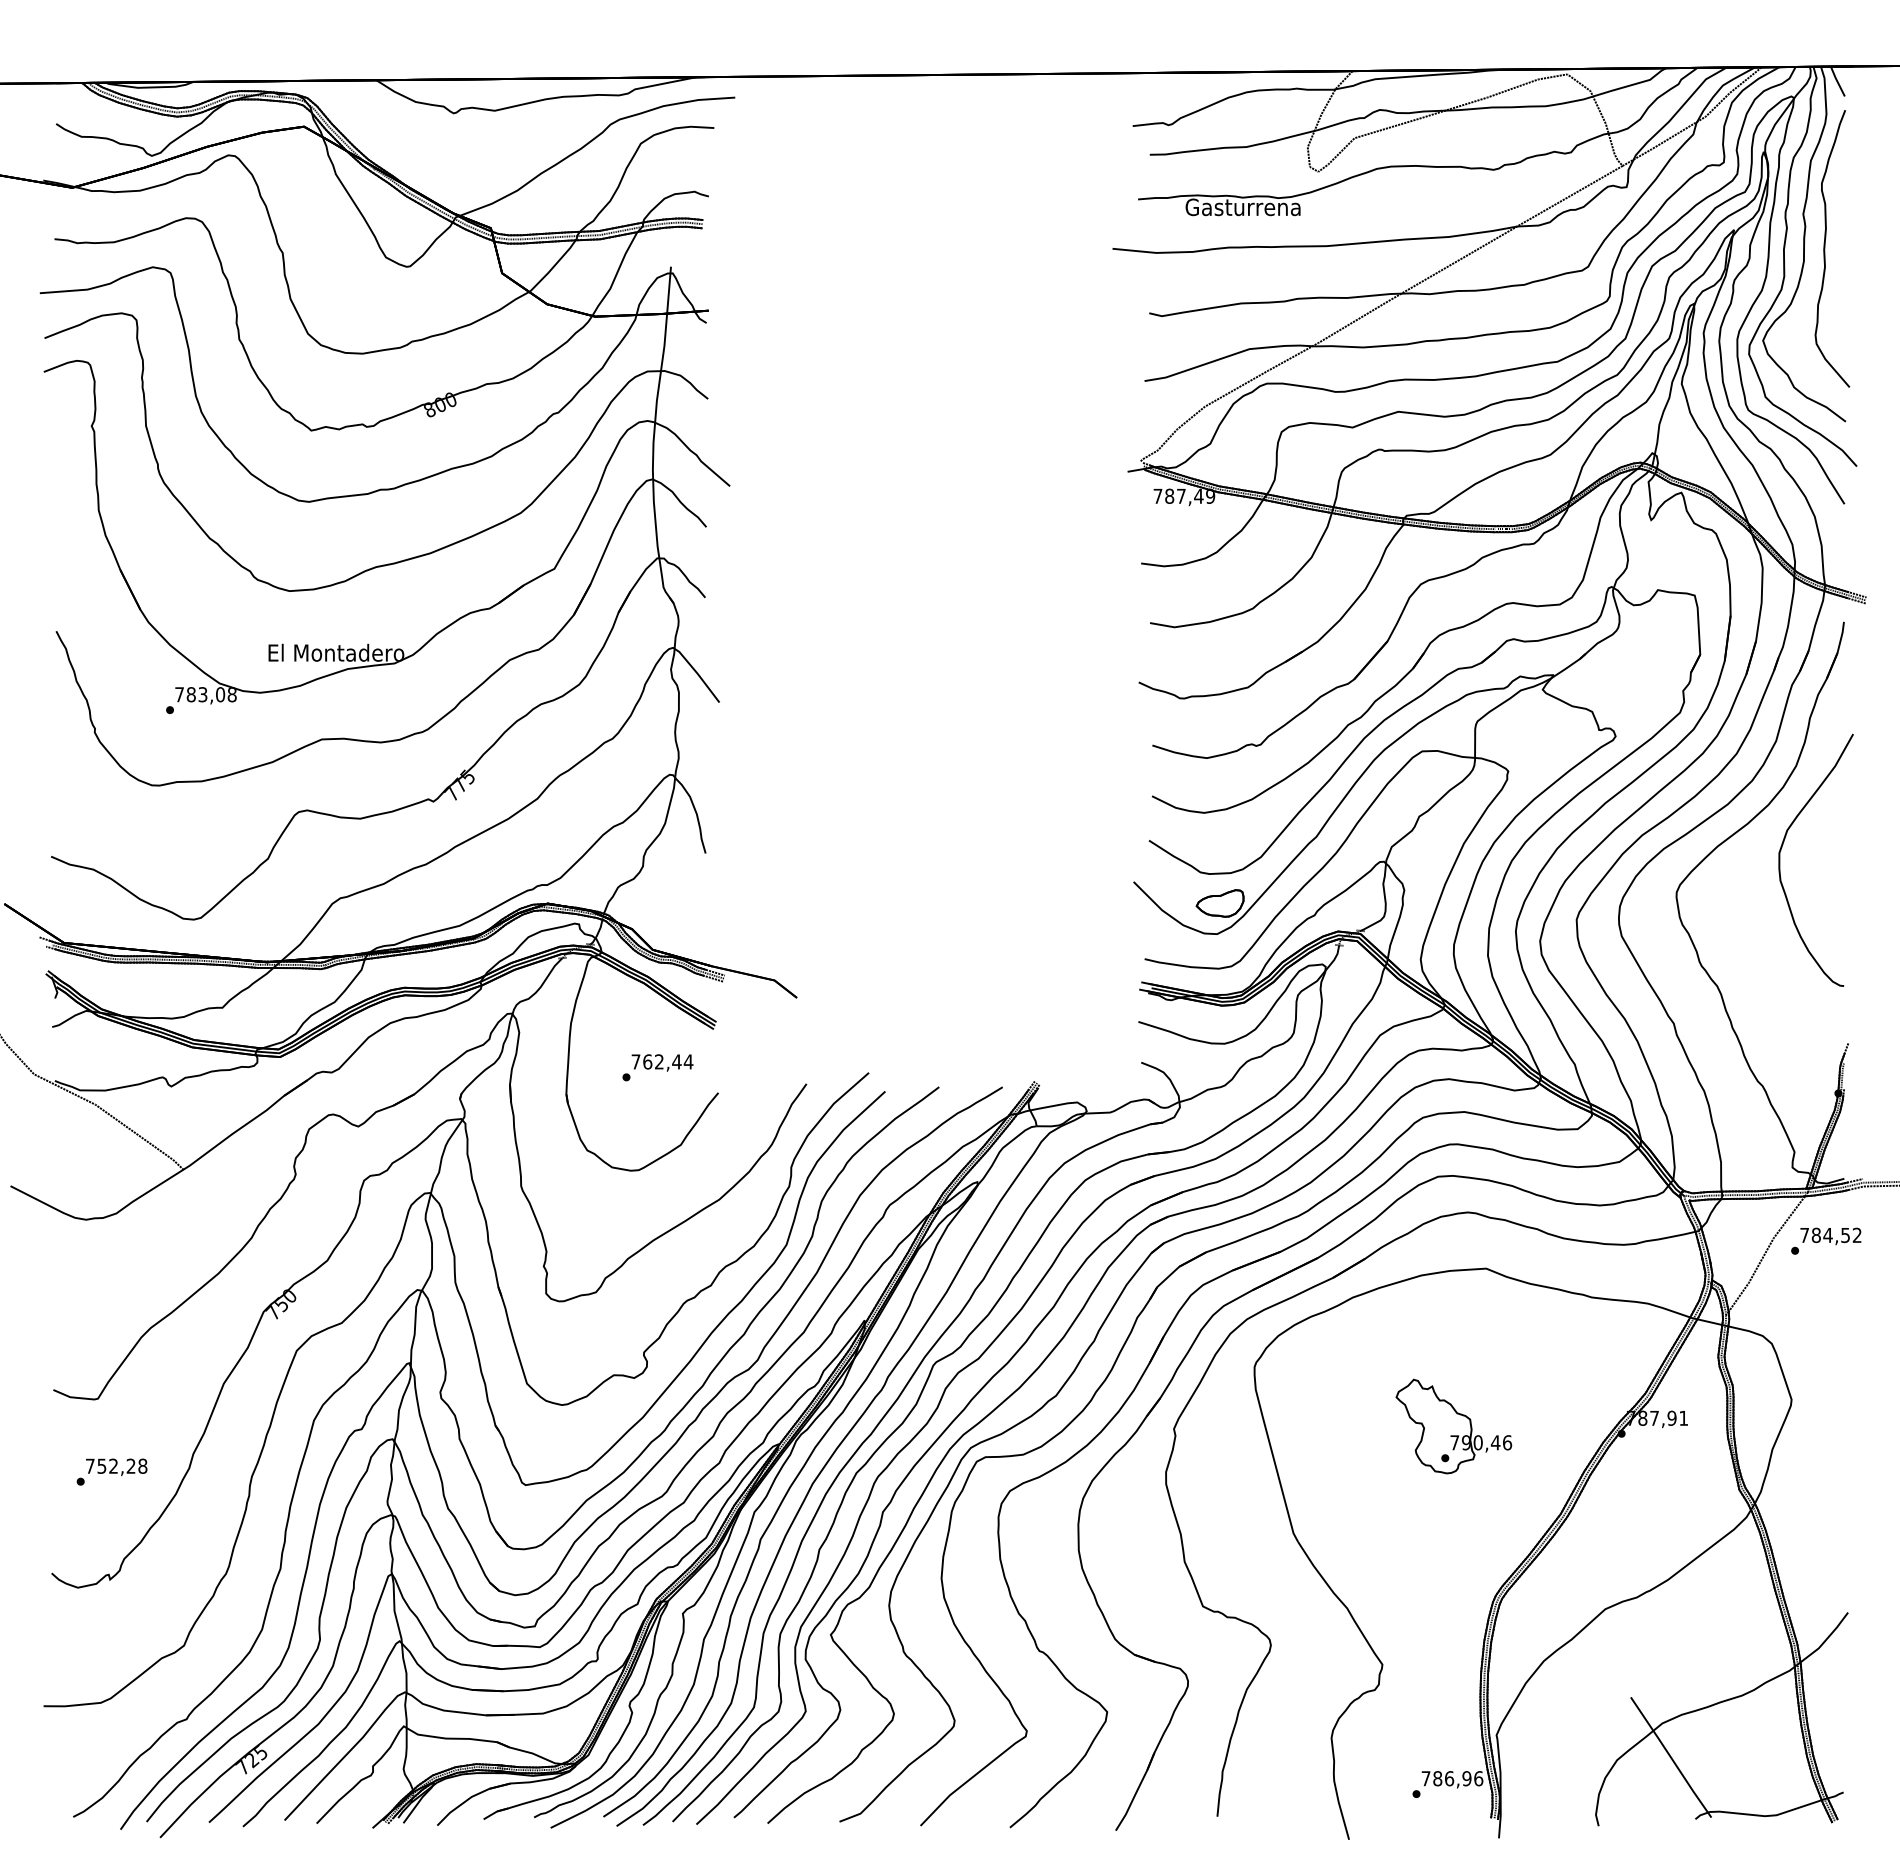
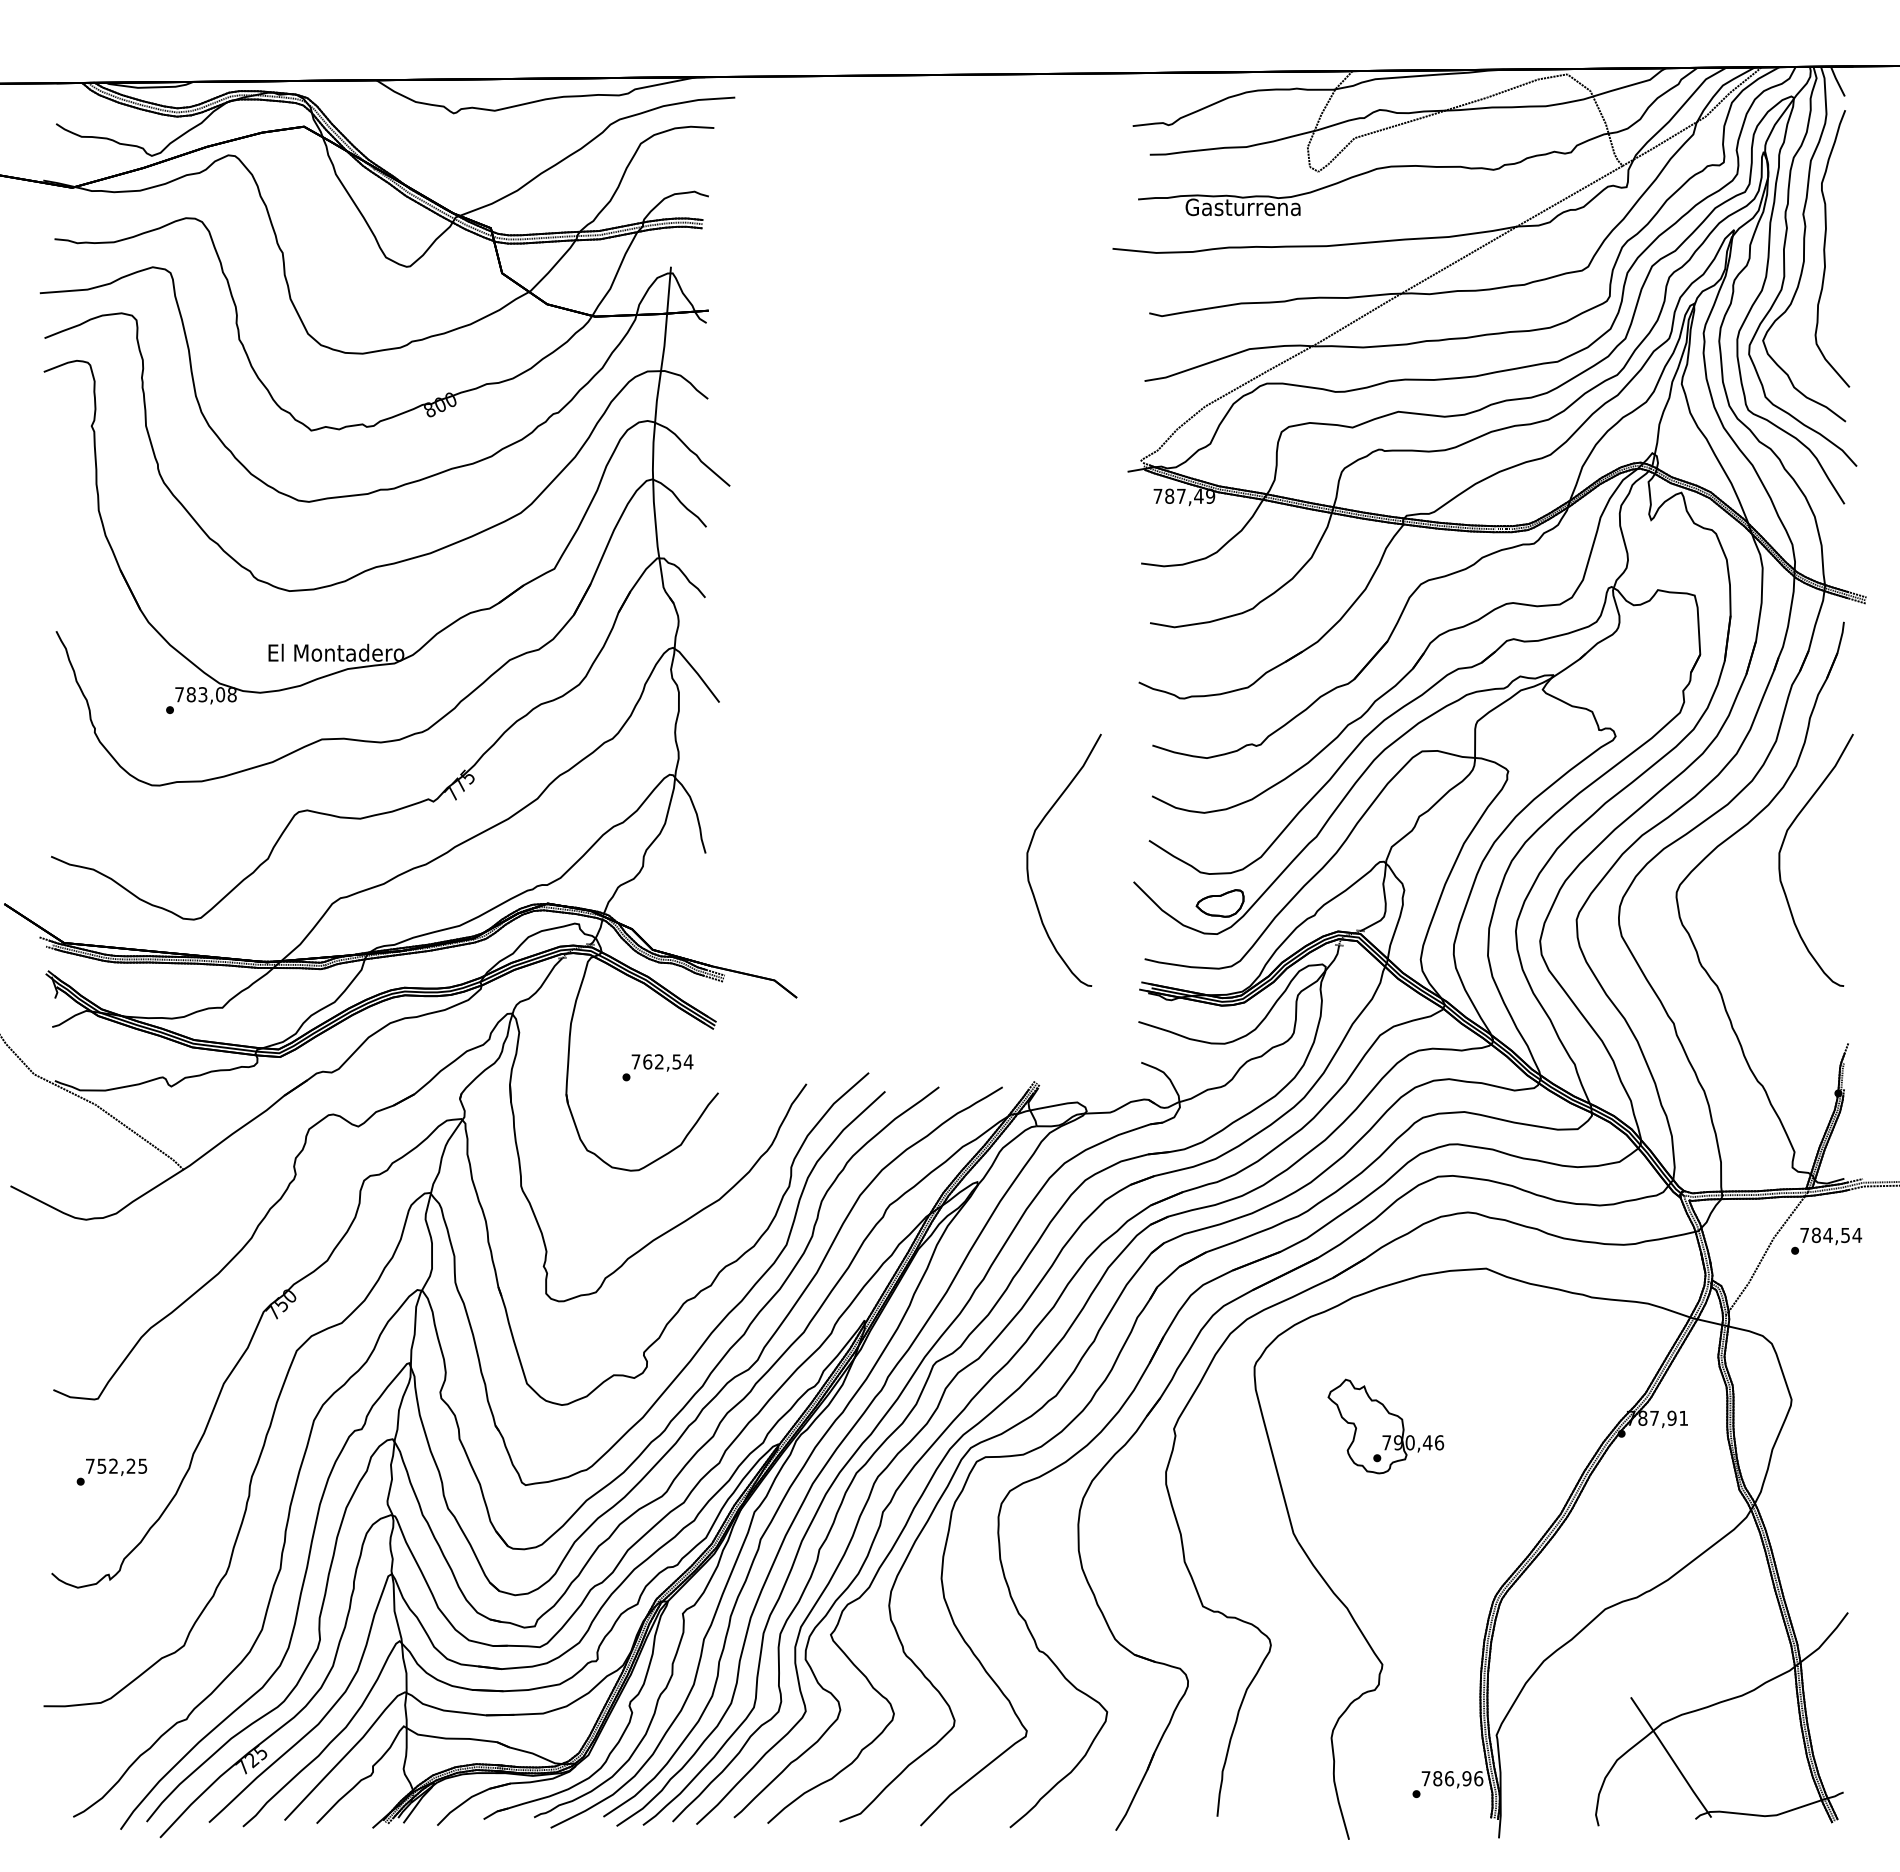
part at (1028, 859): none -> present
text at (676, 1061): 762,44 -> 762,54
text at (1857, 1234): 784,52 -> 784,54
part at (1453, 1426) position: (1453, 1426) -> (1385, 1426)
text at (142, 1465): 752,28 -> 752,25
